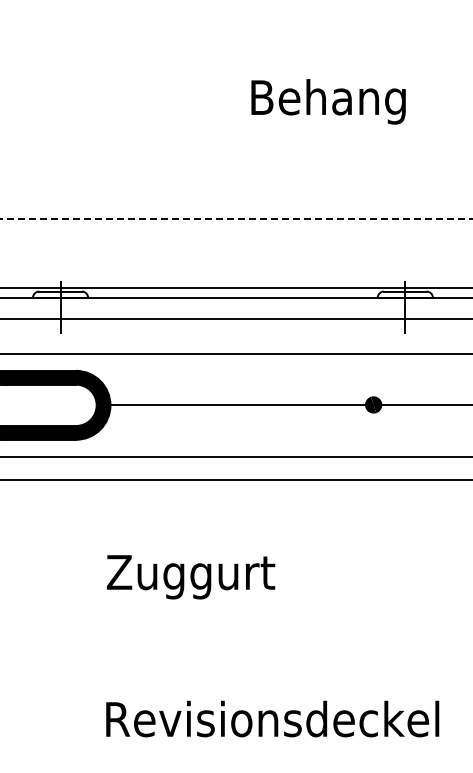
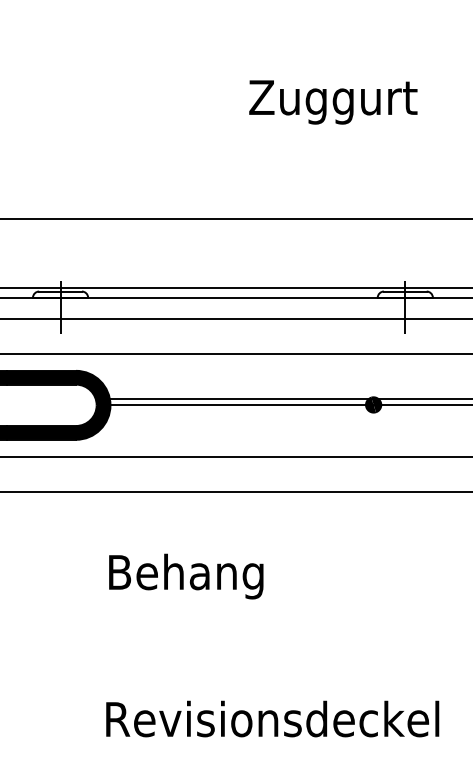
text at (333, 101): Behang -> Zuggurt
line at (236, 219): dashed -> solid
line at (289, 399): none -> present
line at (235, 479) position: (235, 479) -> (235, 491)
text at (190, 576): Zuggurt -> Behang
